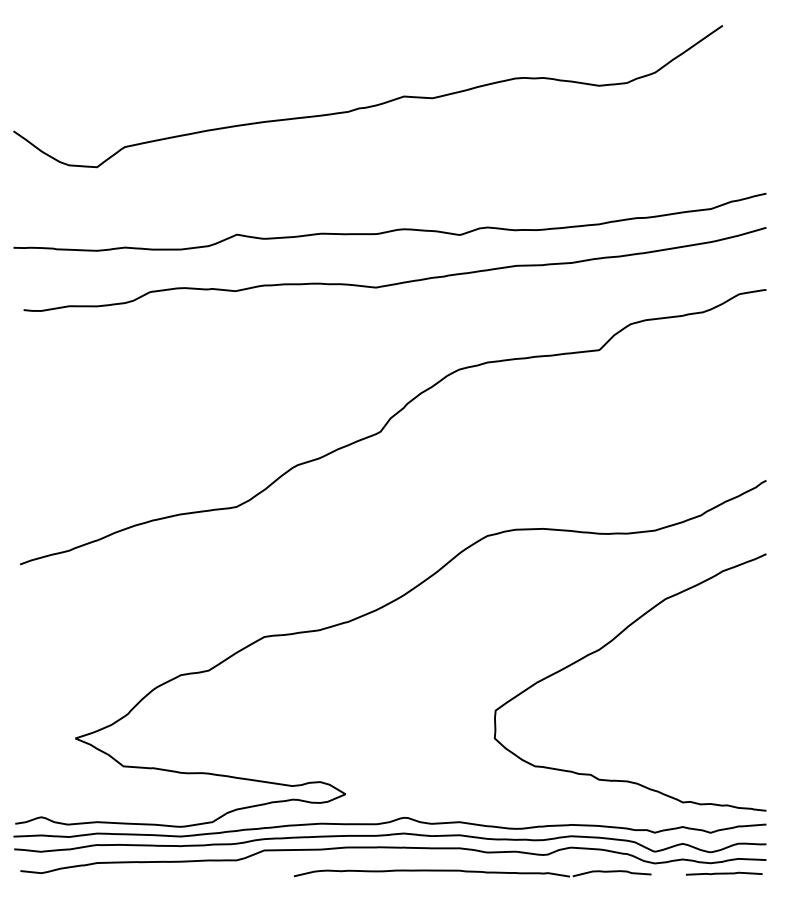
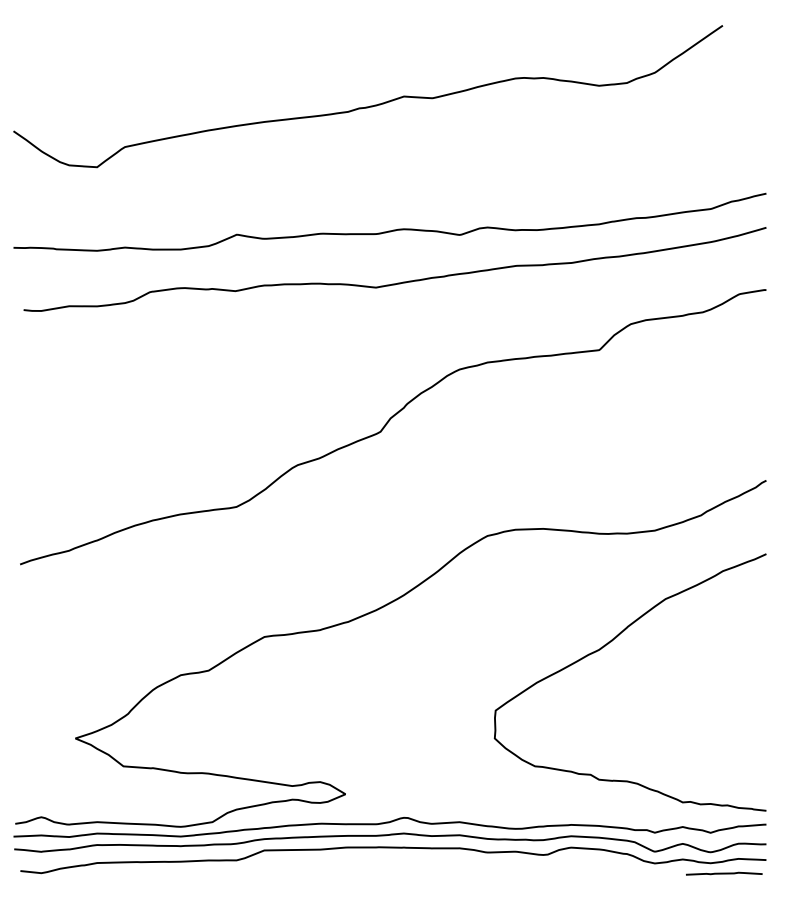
part at (472, 873): present -> none
